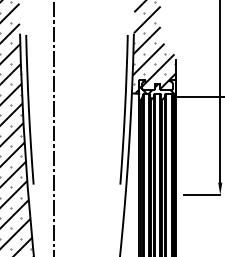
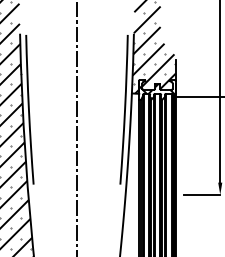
line at (54, 127) position: (54, 127) -> (77, 127)
